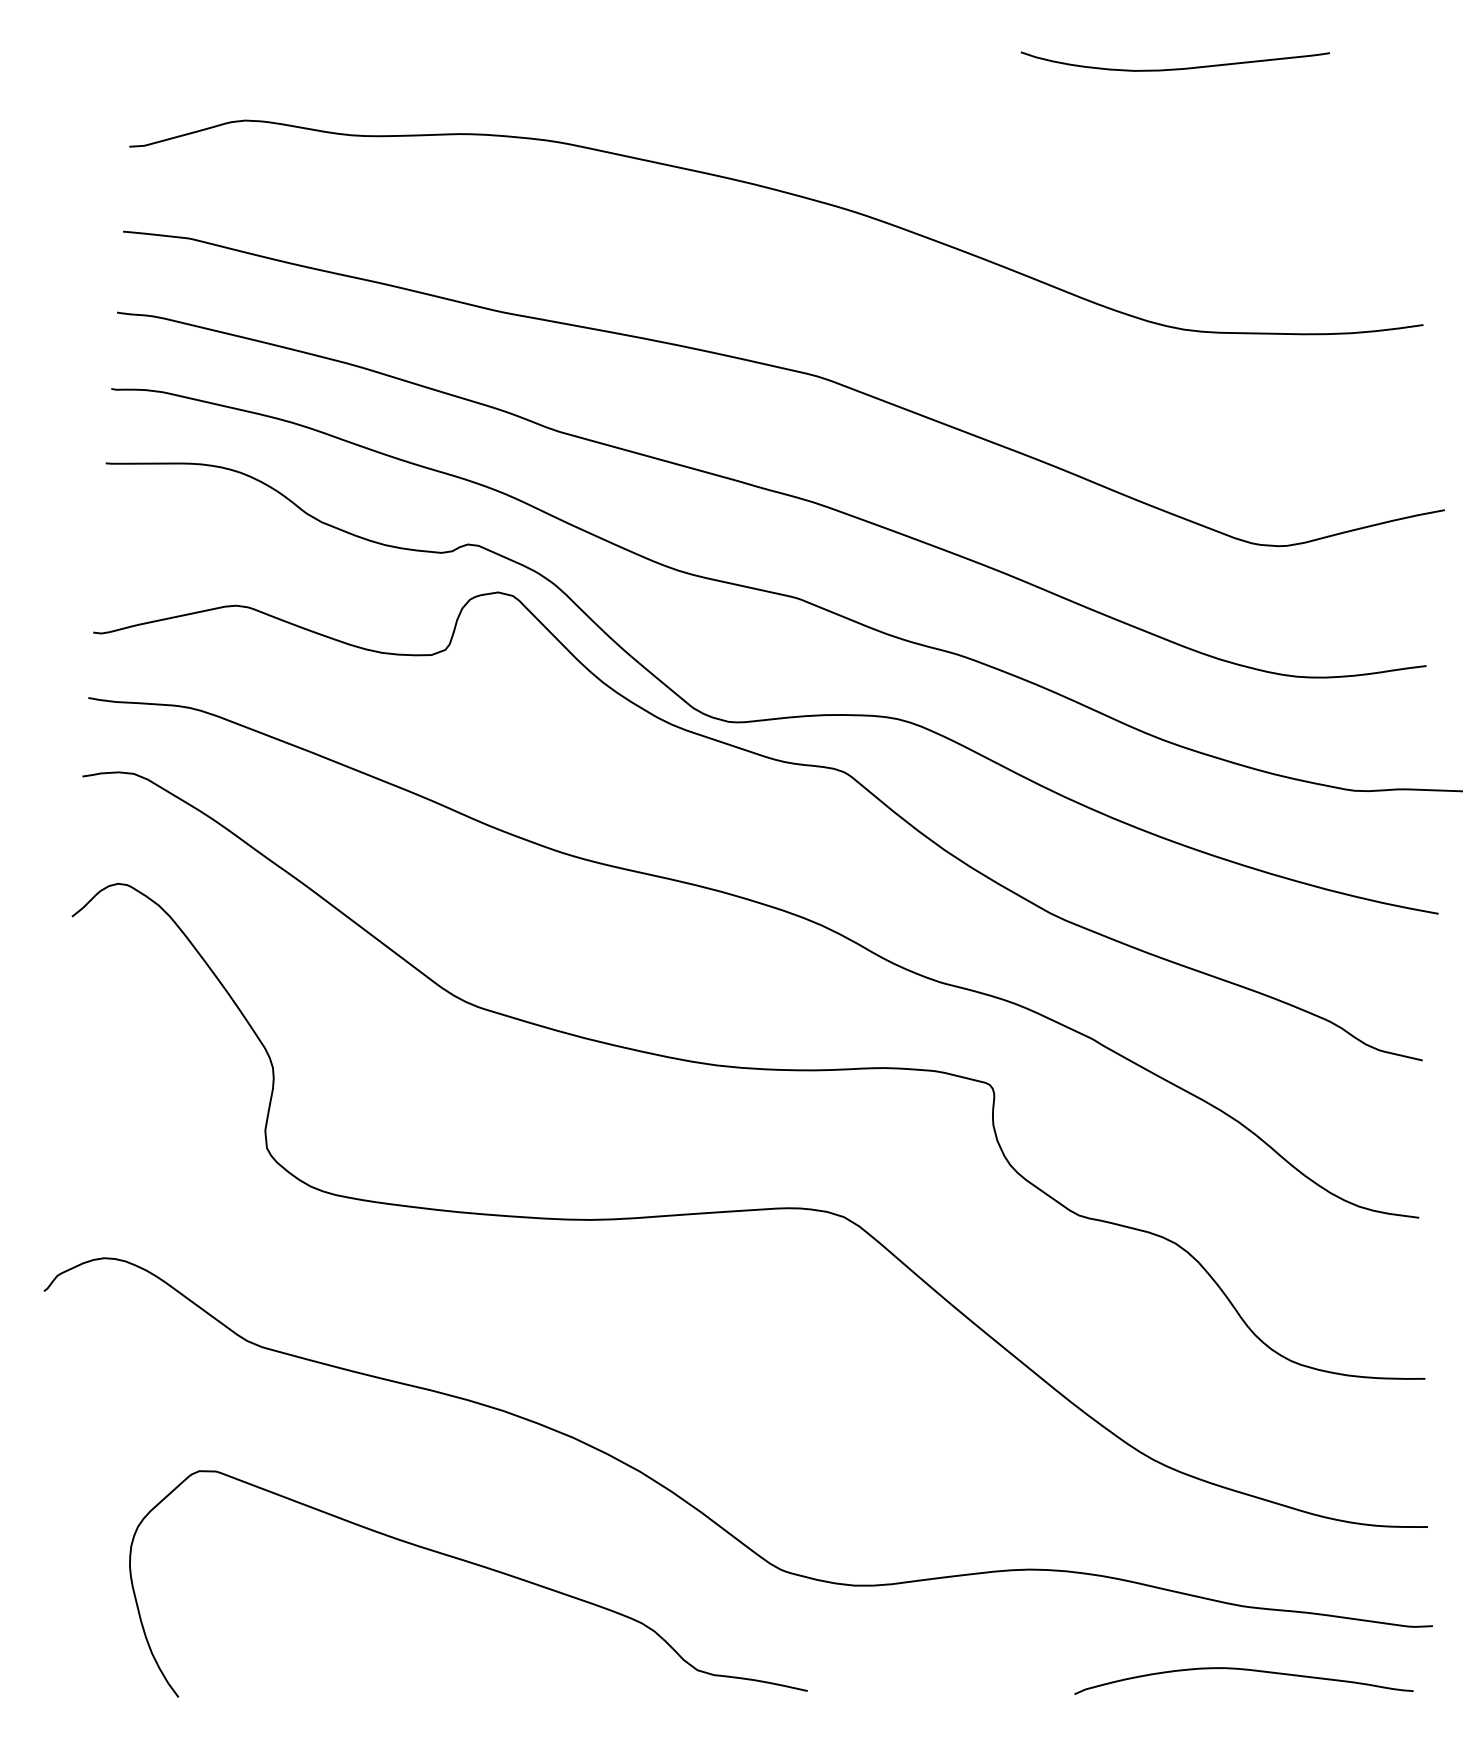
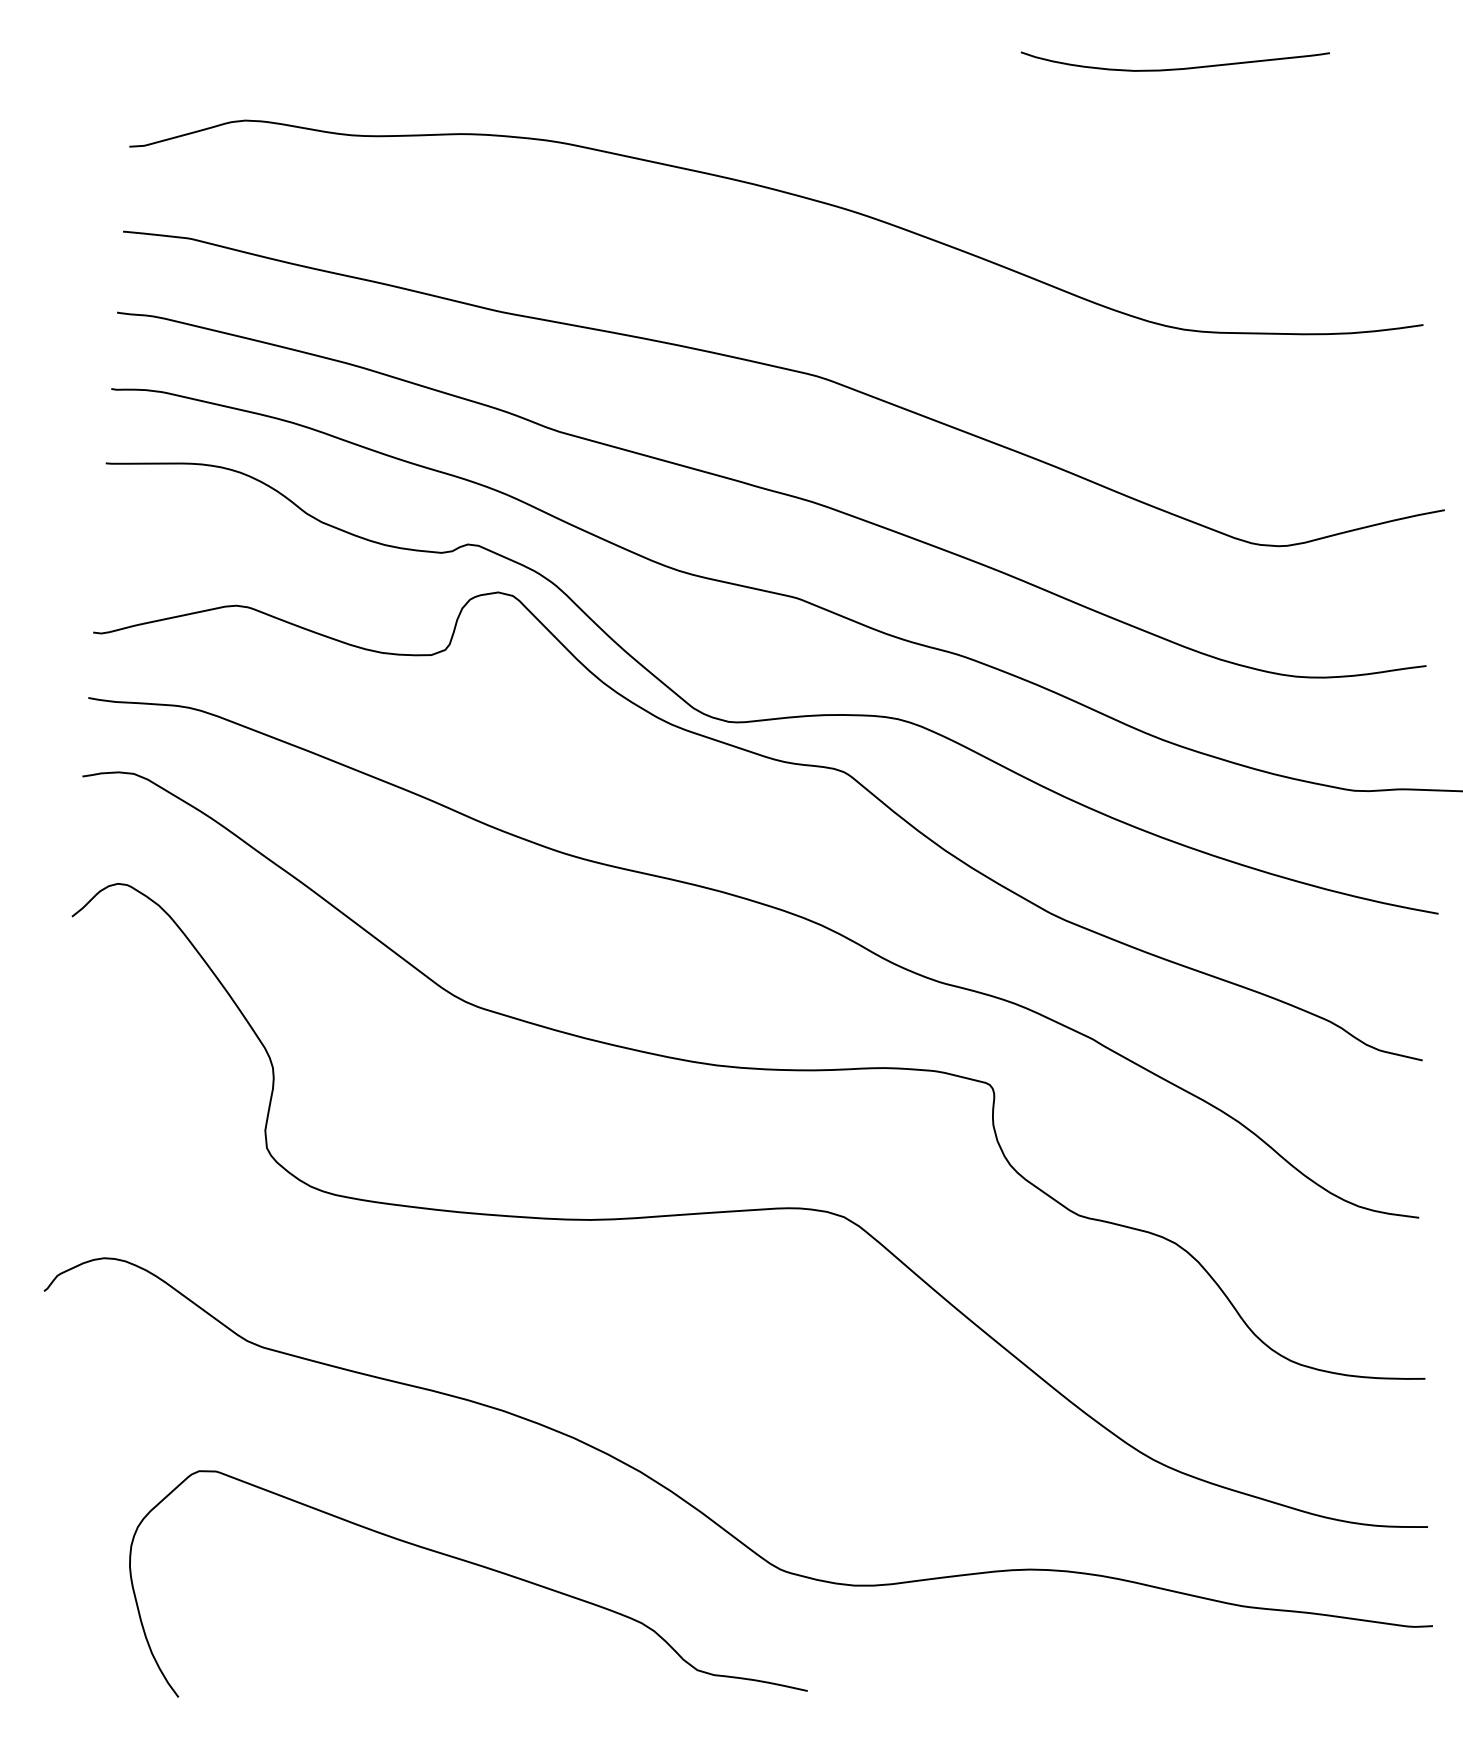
curve at (1243, 1670): present -> none
